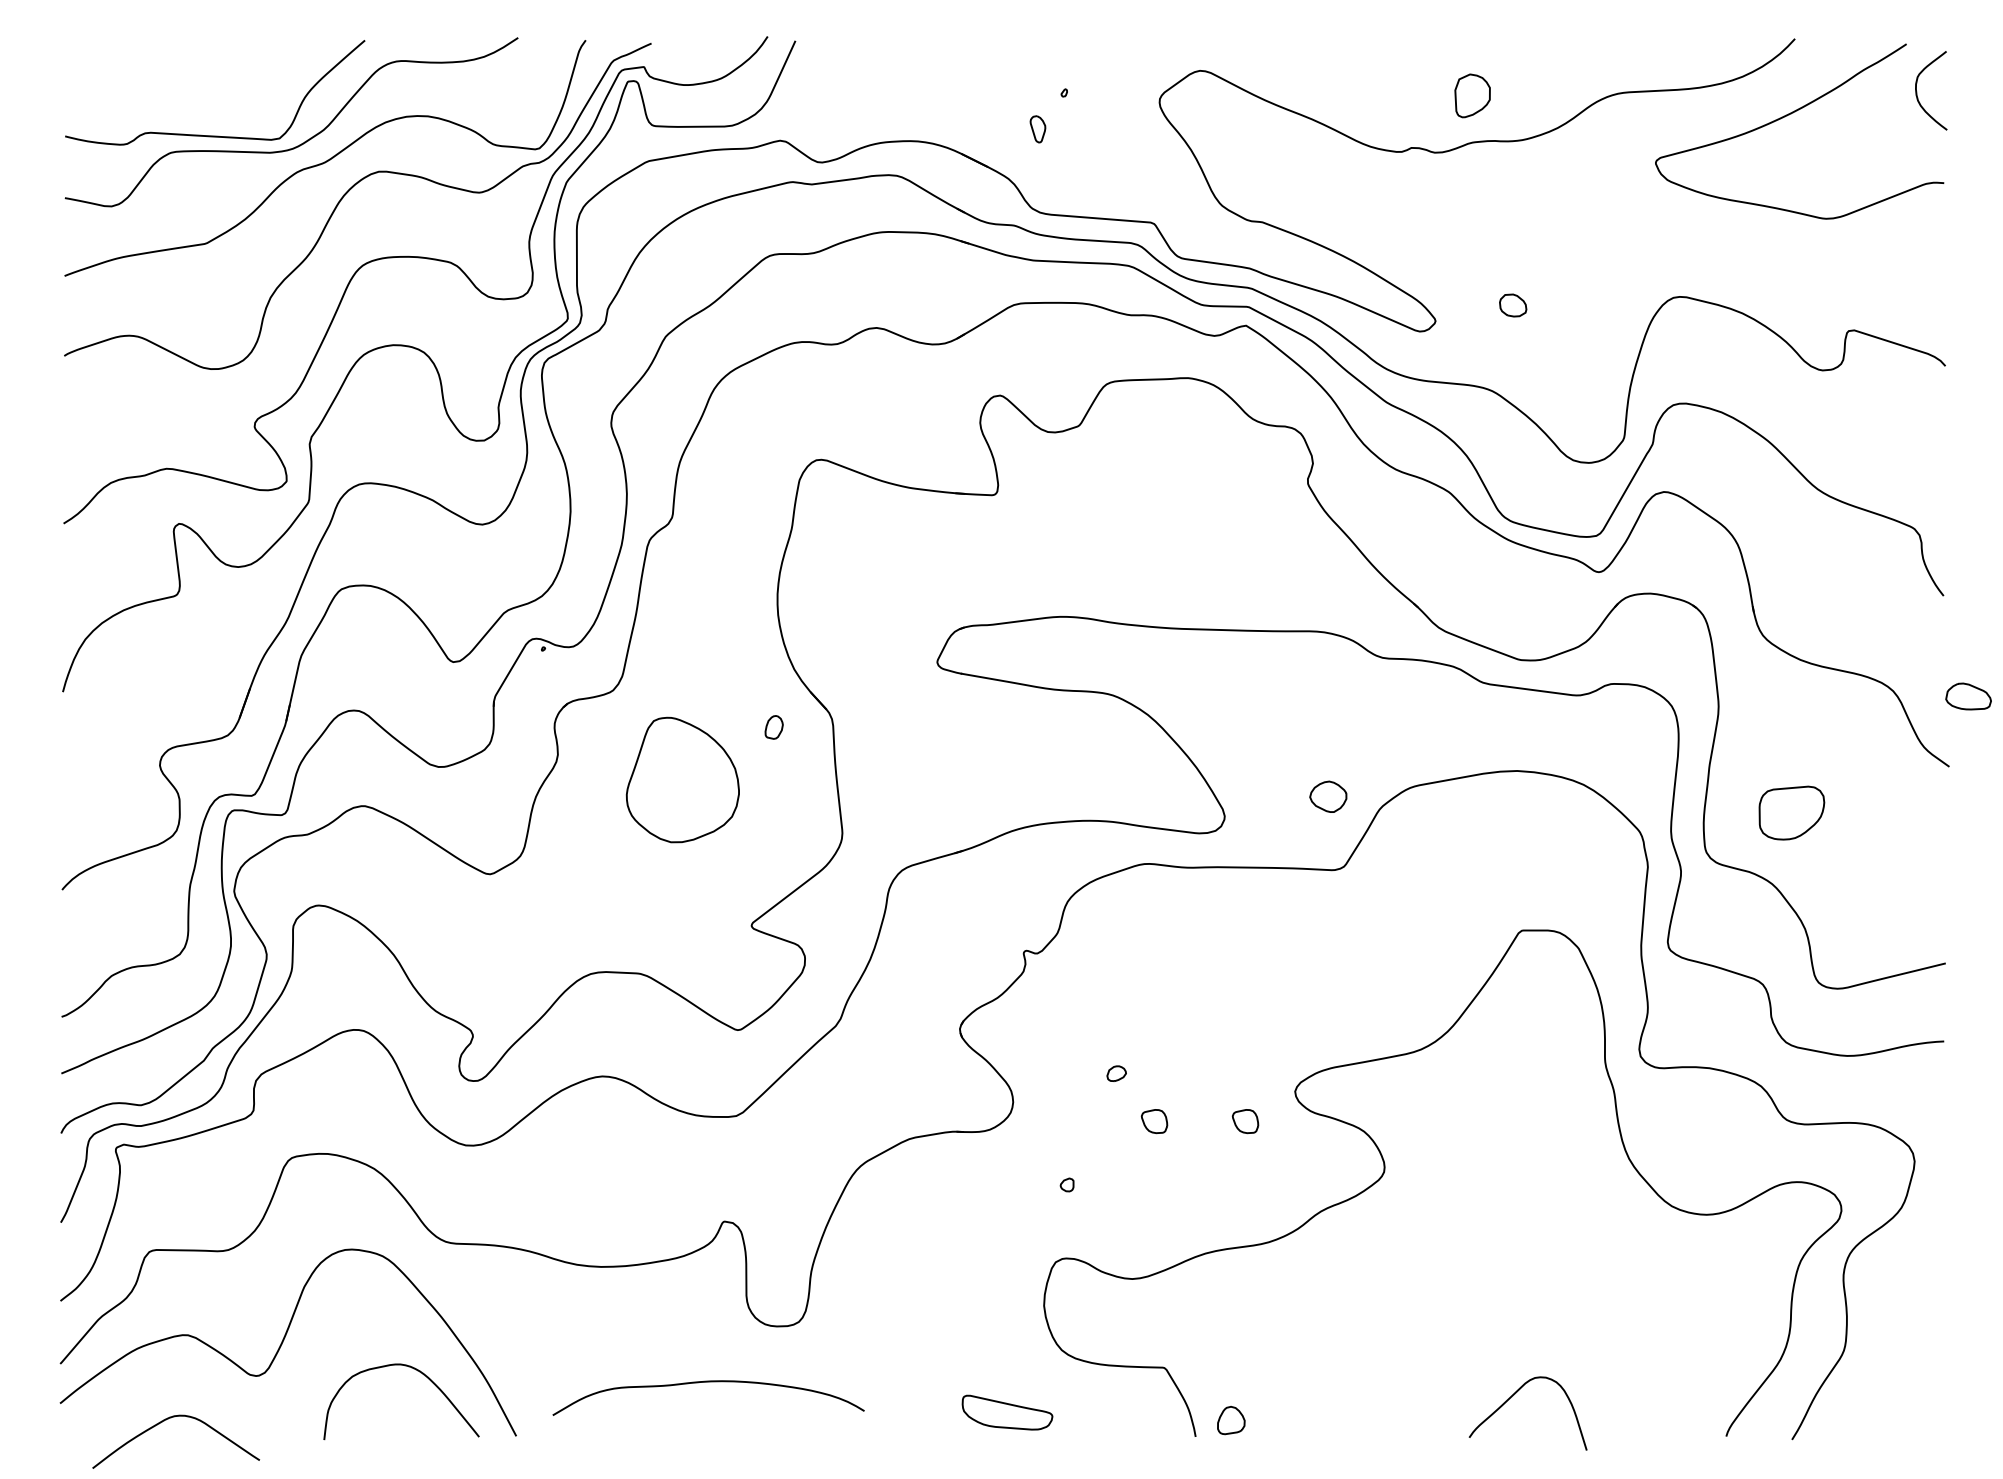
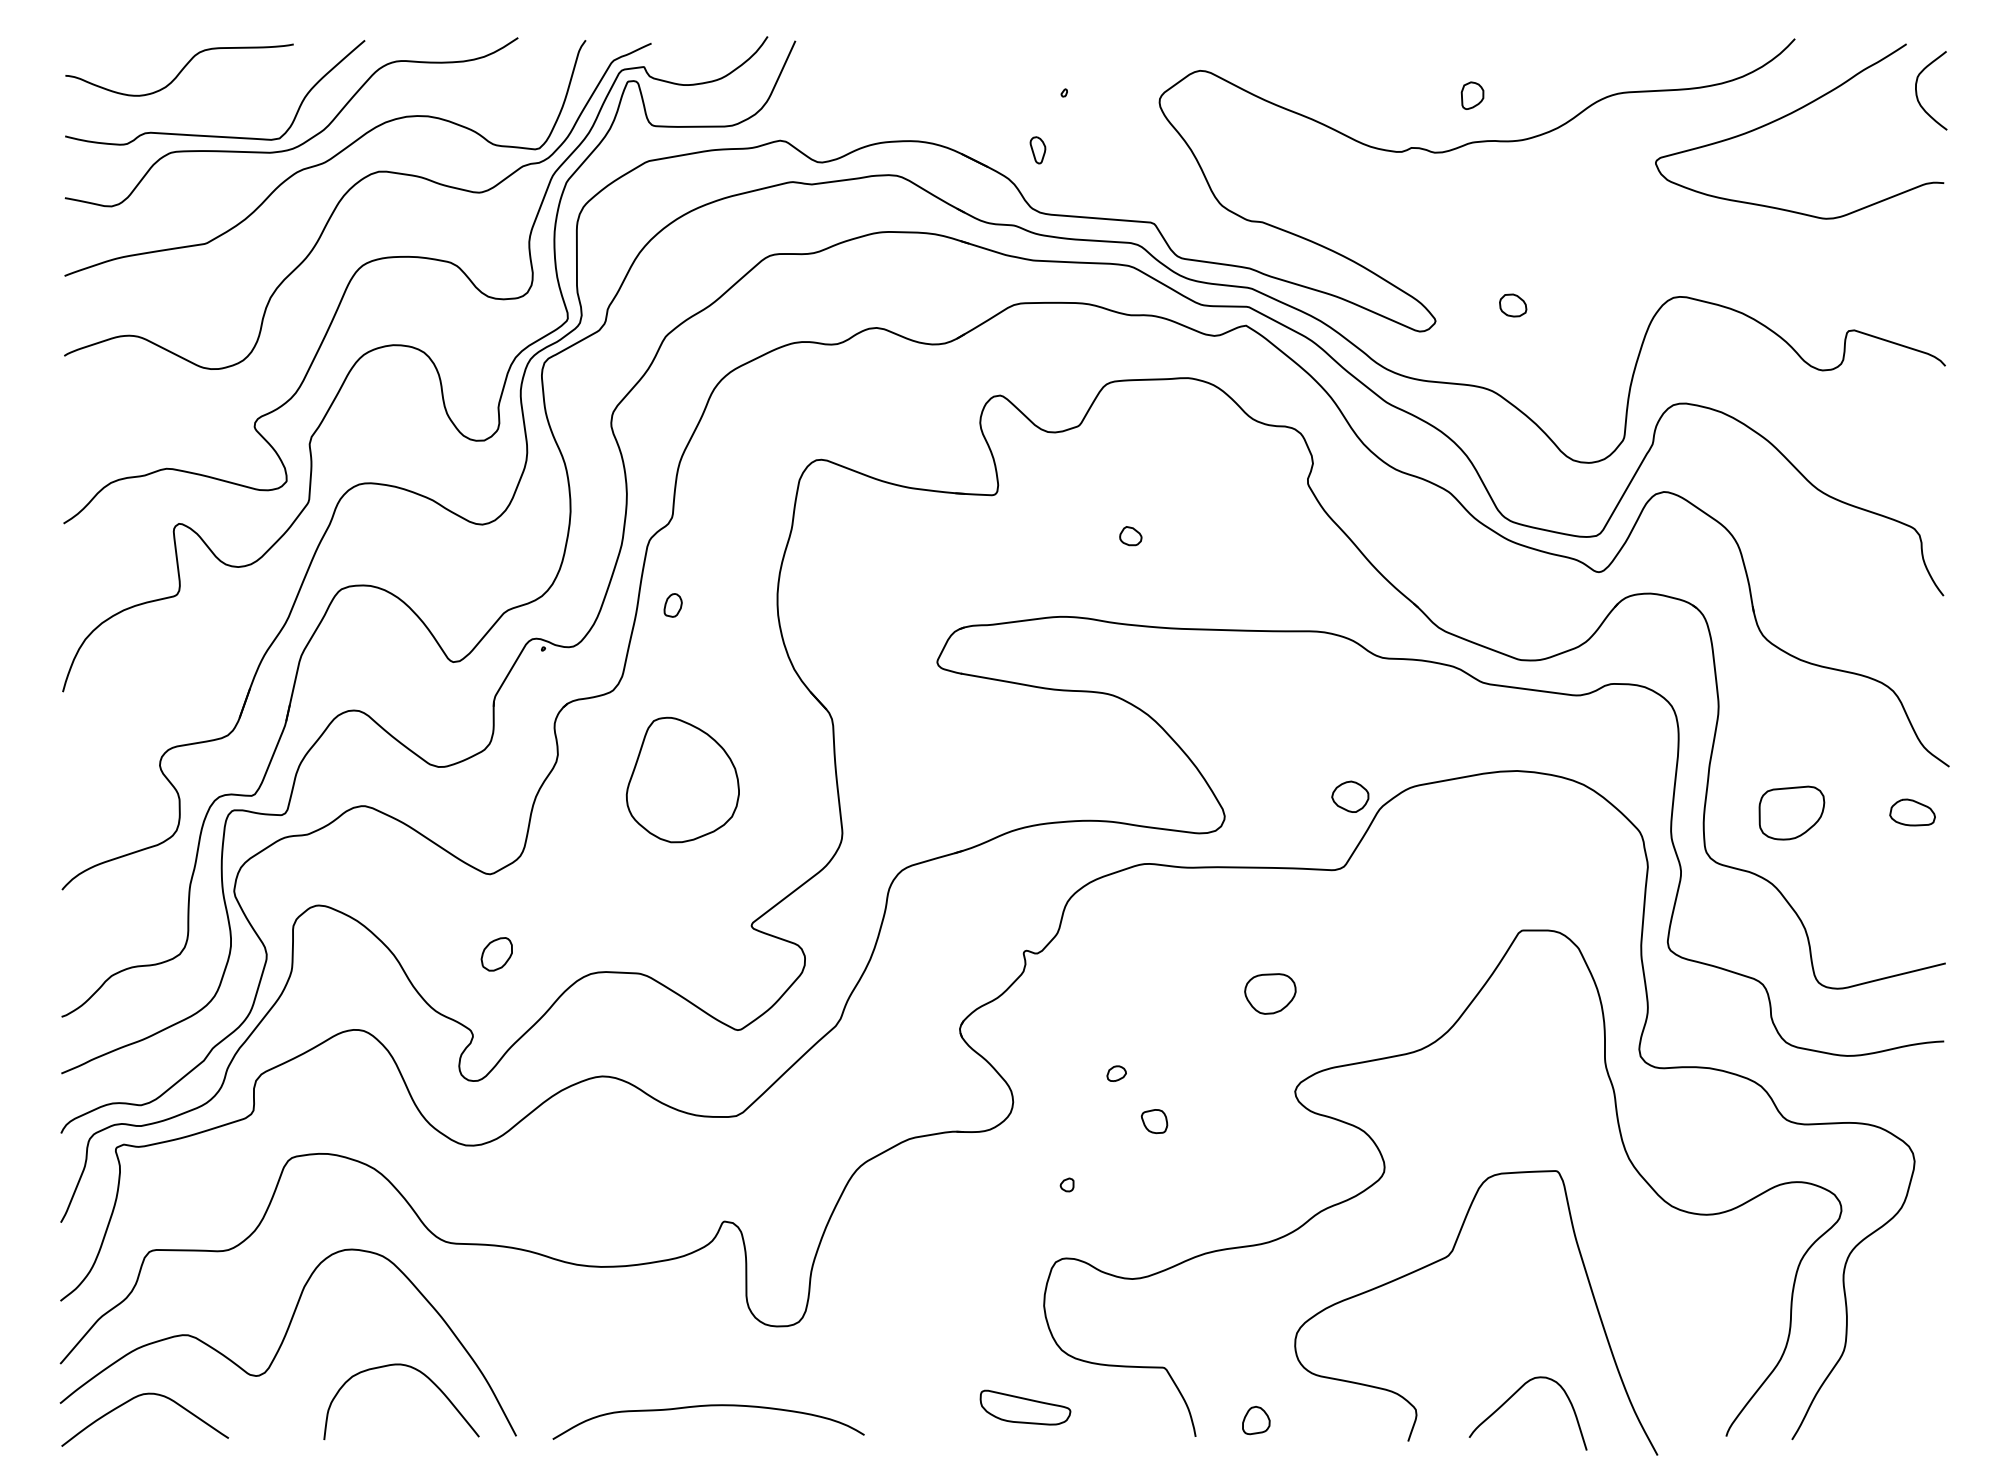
curve at (180, 70): none -> present
part at (1472, 95) size: 37x46 px -> 25x29 px
part at (1037, 129) position: (1037, 129) -> (1037, 150)
part at (1130, 536): none -> present
part at (1968, 696) position: (1968, 696) -> (1912, 812)
part at (773, 727) position: (773, 727) -> (672, 605)
part at (1328, 796) position: (1328, 796) -> (1350, 796)
part at (496, 954): none -> present
part at (1270, 993): none -> present
part at (1245, 1121): present -> none
curve at (1446, 1258): none -> present
curve at (708, 1382) position: (708, 1382) -> (708, 1406)
part at (1007, 1412) position: (1007, 1412) -> (1025, 1407)
curve at (166, 1420) position: (166, 1420) -> (135, 1398)
part at (1231, 1420) position: (1231, 1420) -> (1256, 1420)
